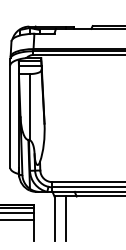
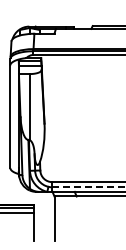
line at (89, 187): solid -> dashed
line at (65, 218): present -> none
line at (17, 219): present -> none
